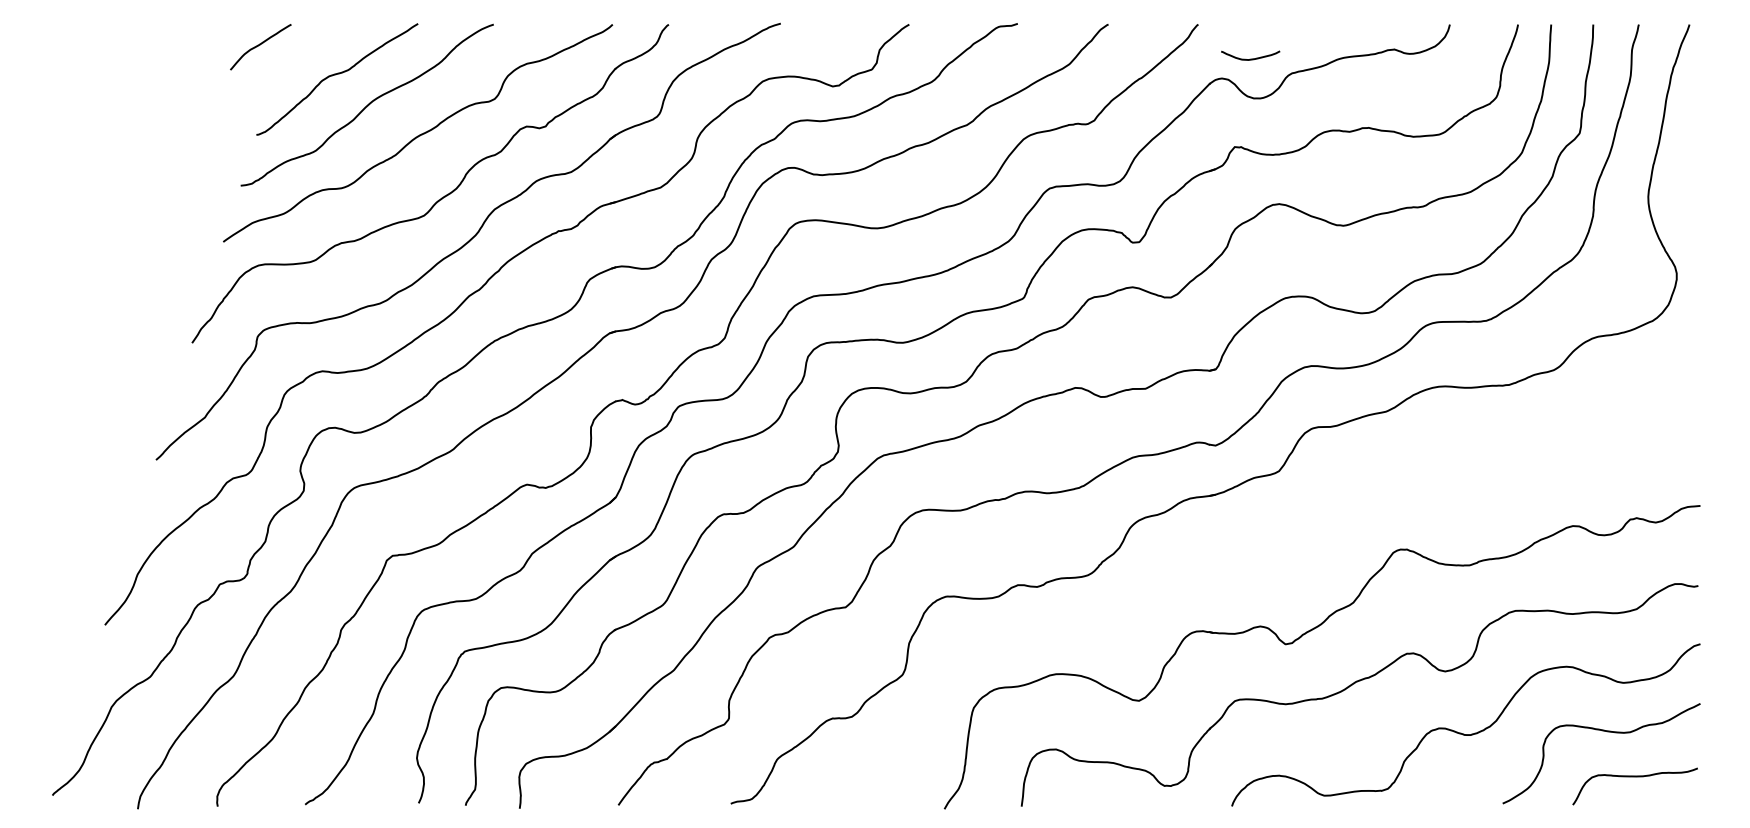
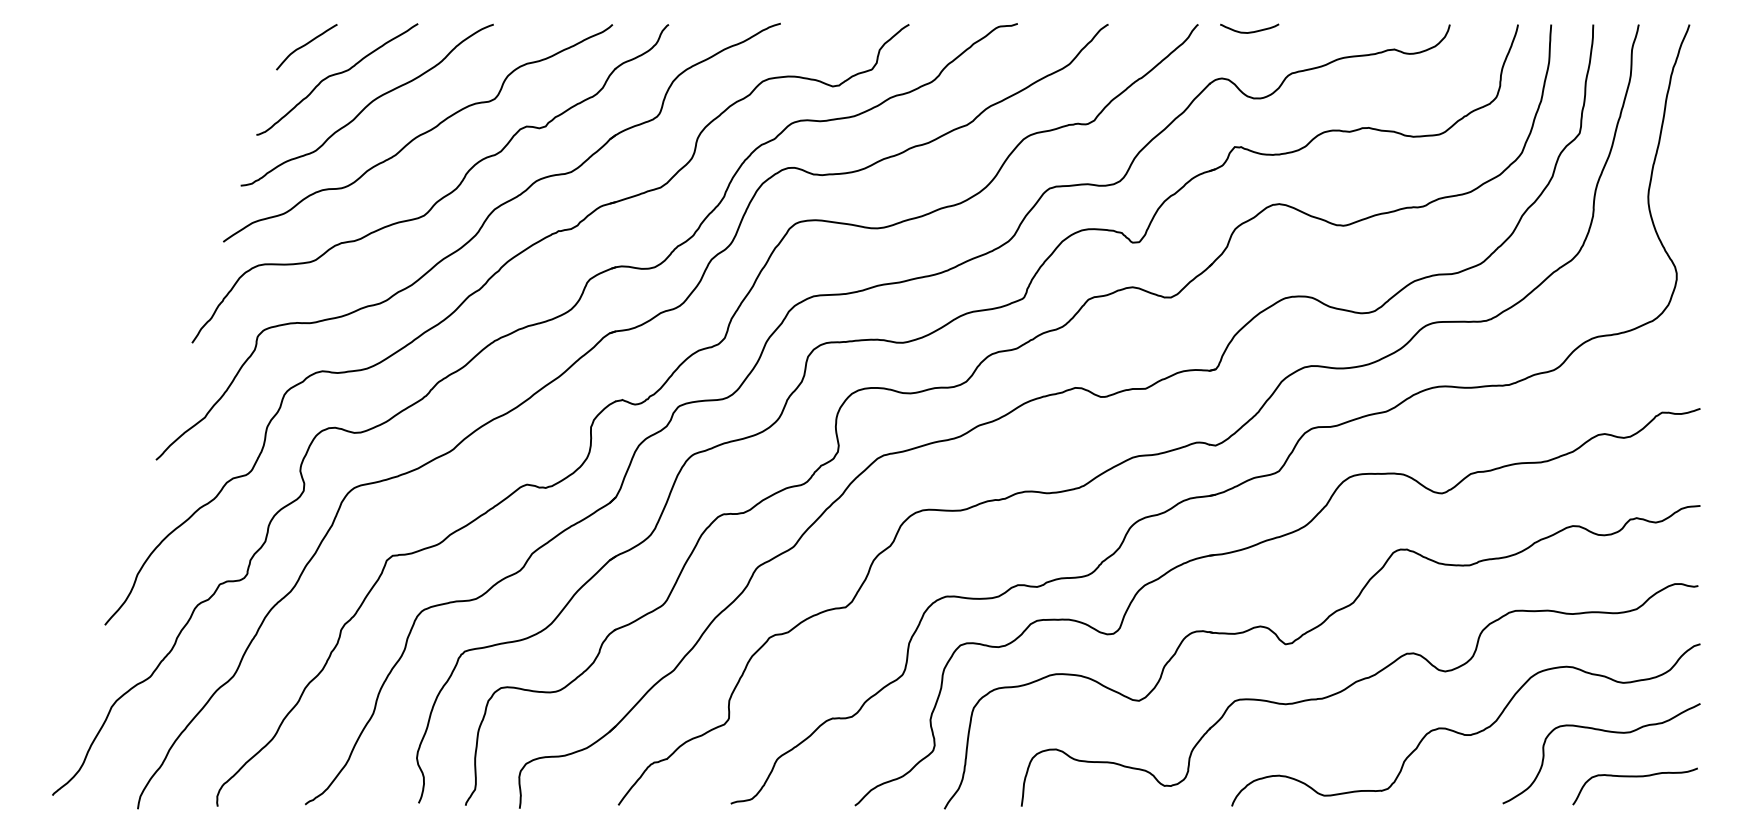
curve at (260, 45) position: (260, 45) -> (306, 45)
curve at (1250, 58) position: (1250, 58) -> (1249, 31)
part at (1252, 547): none -> present
